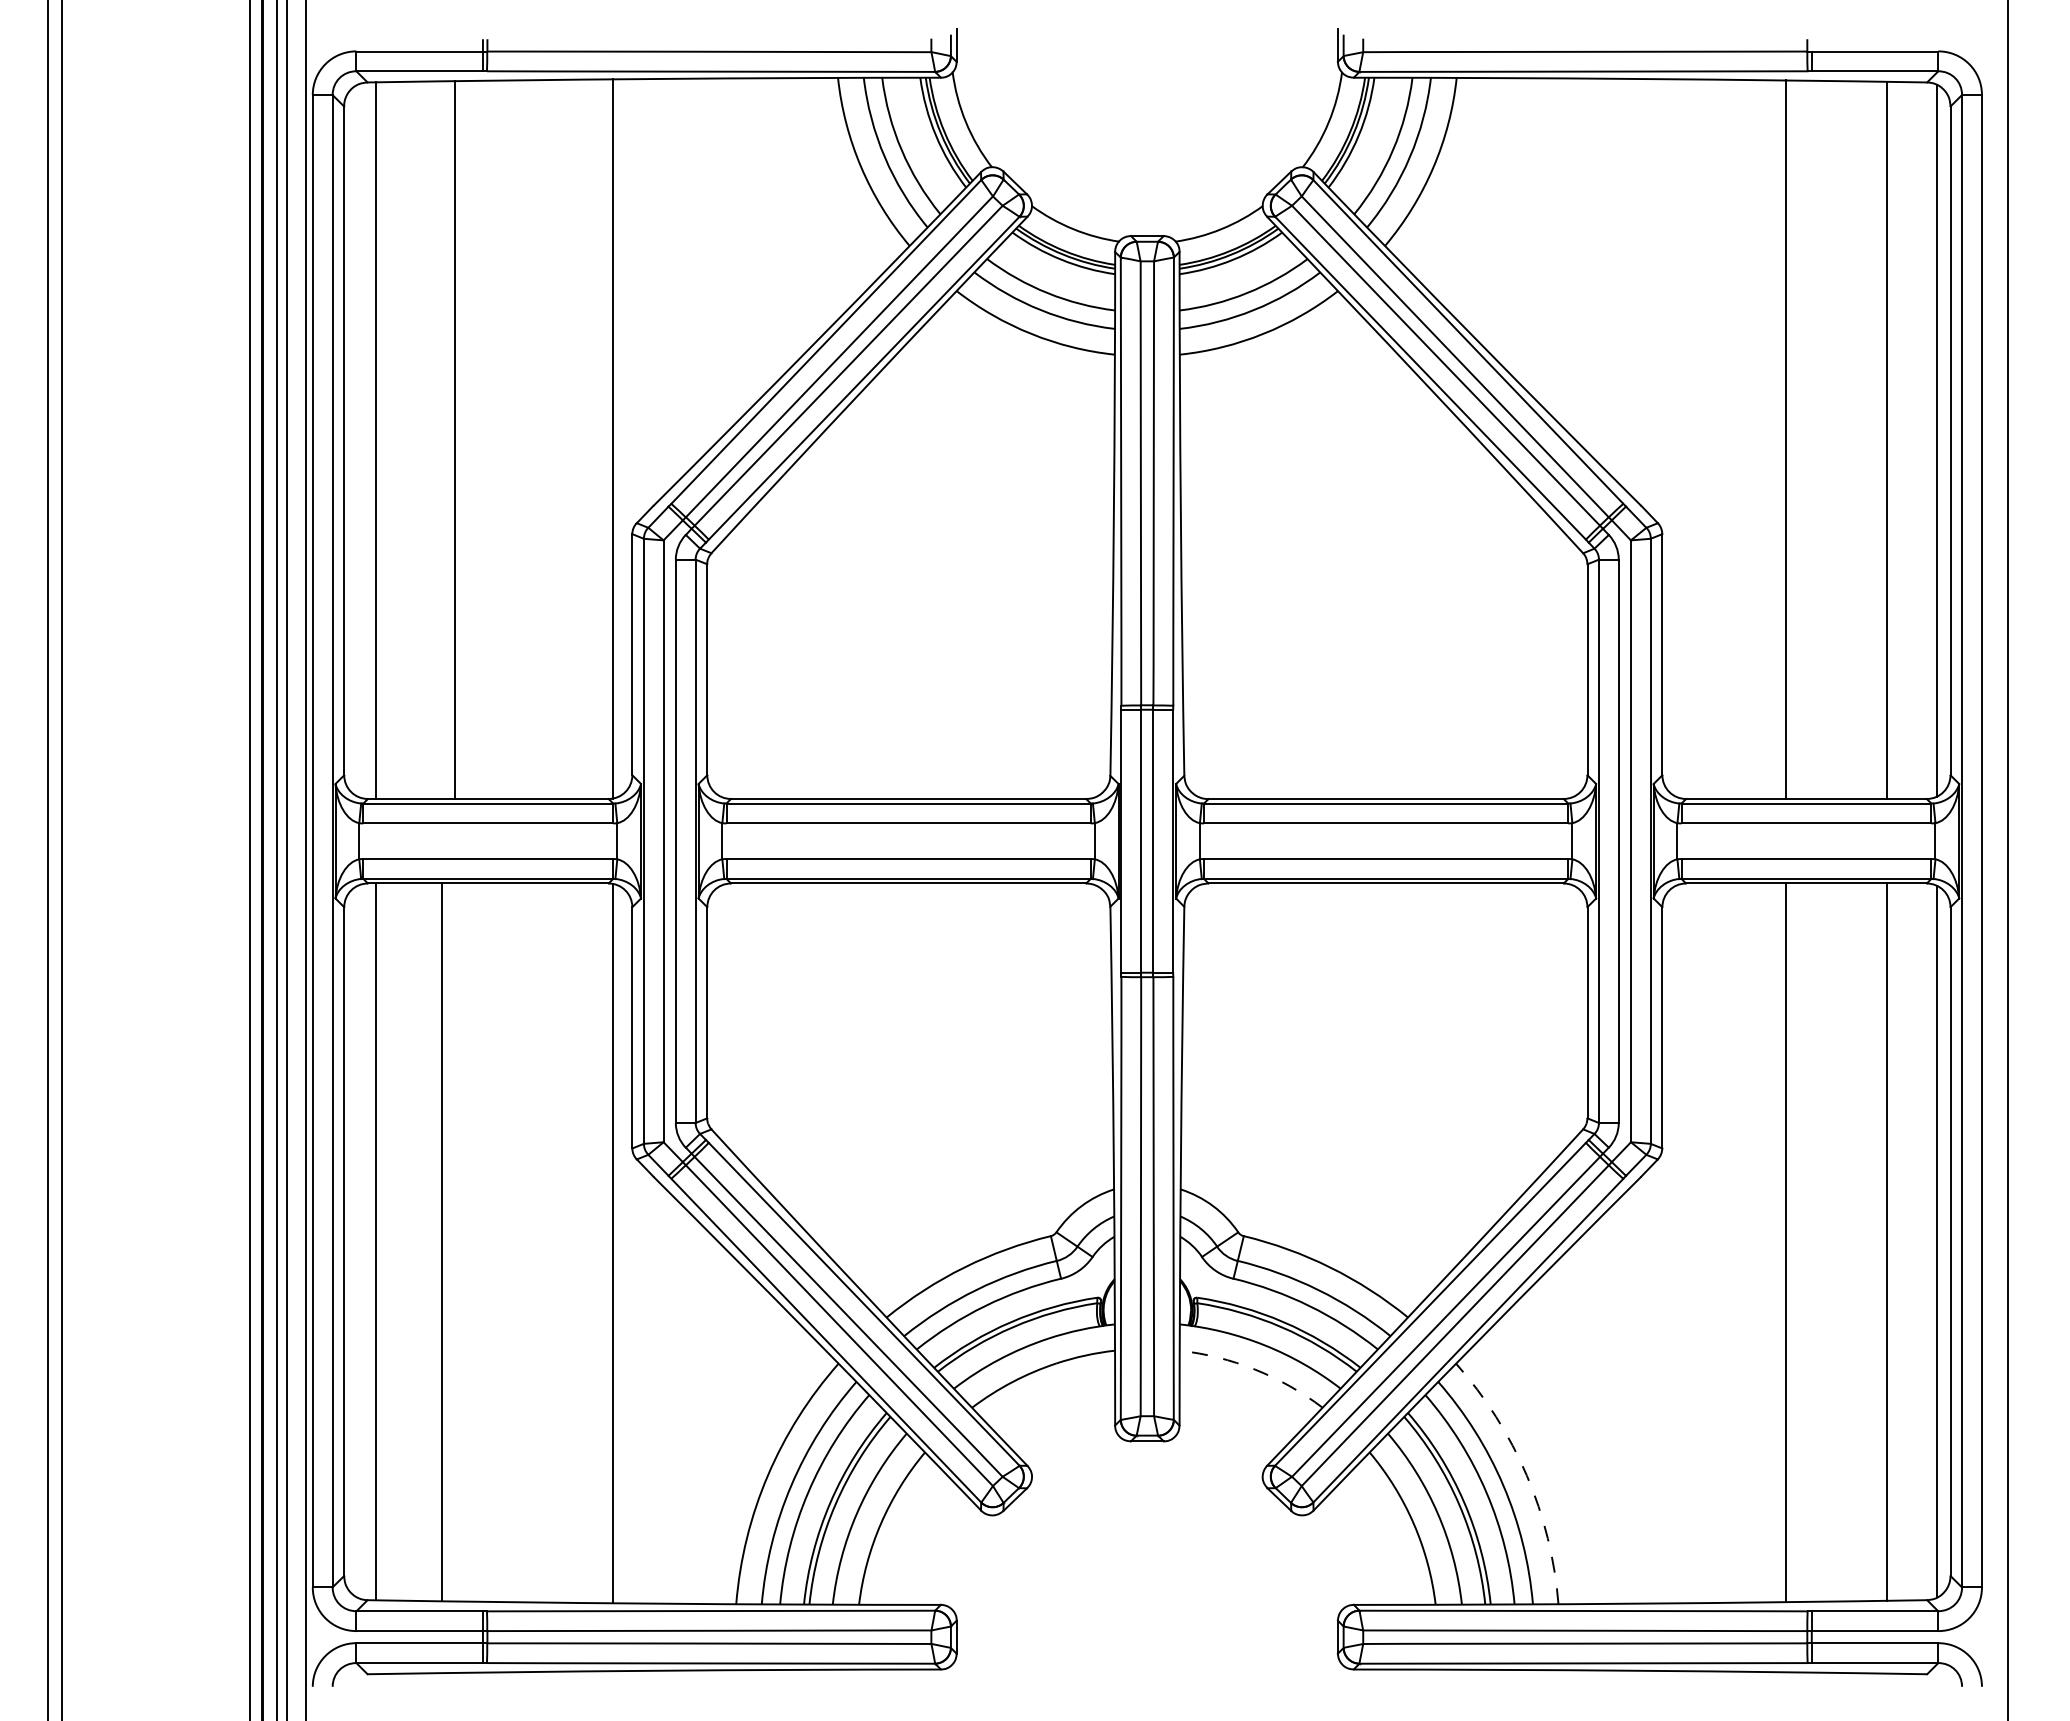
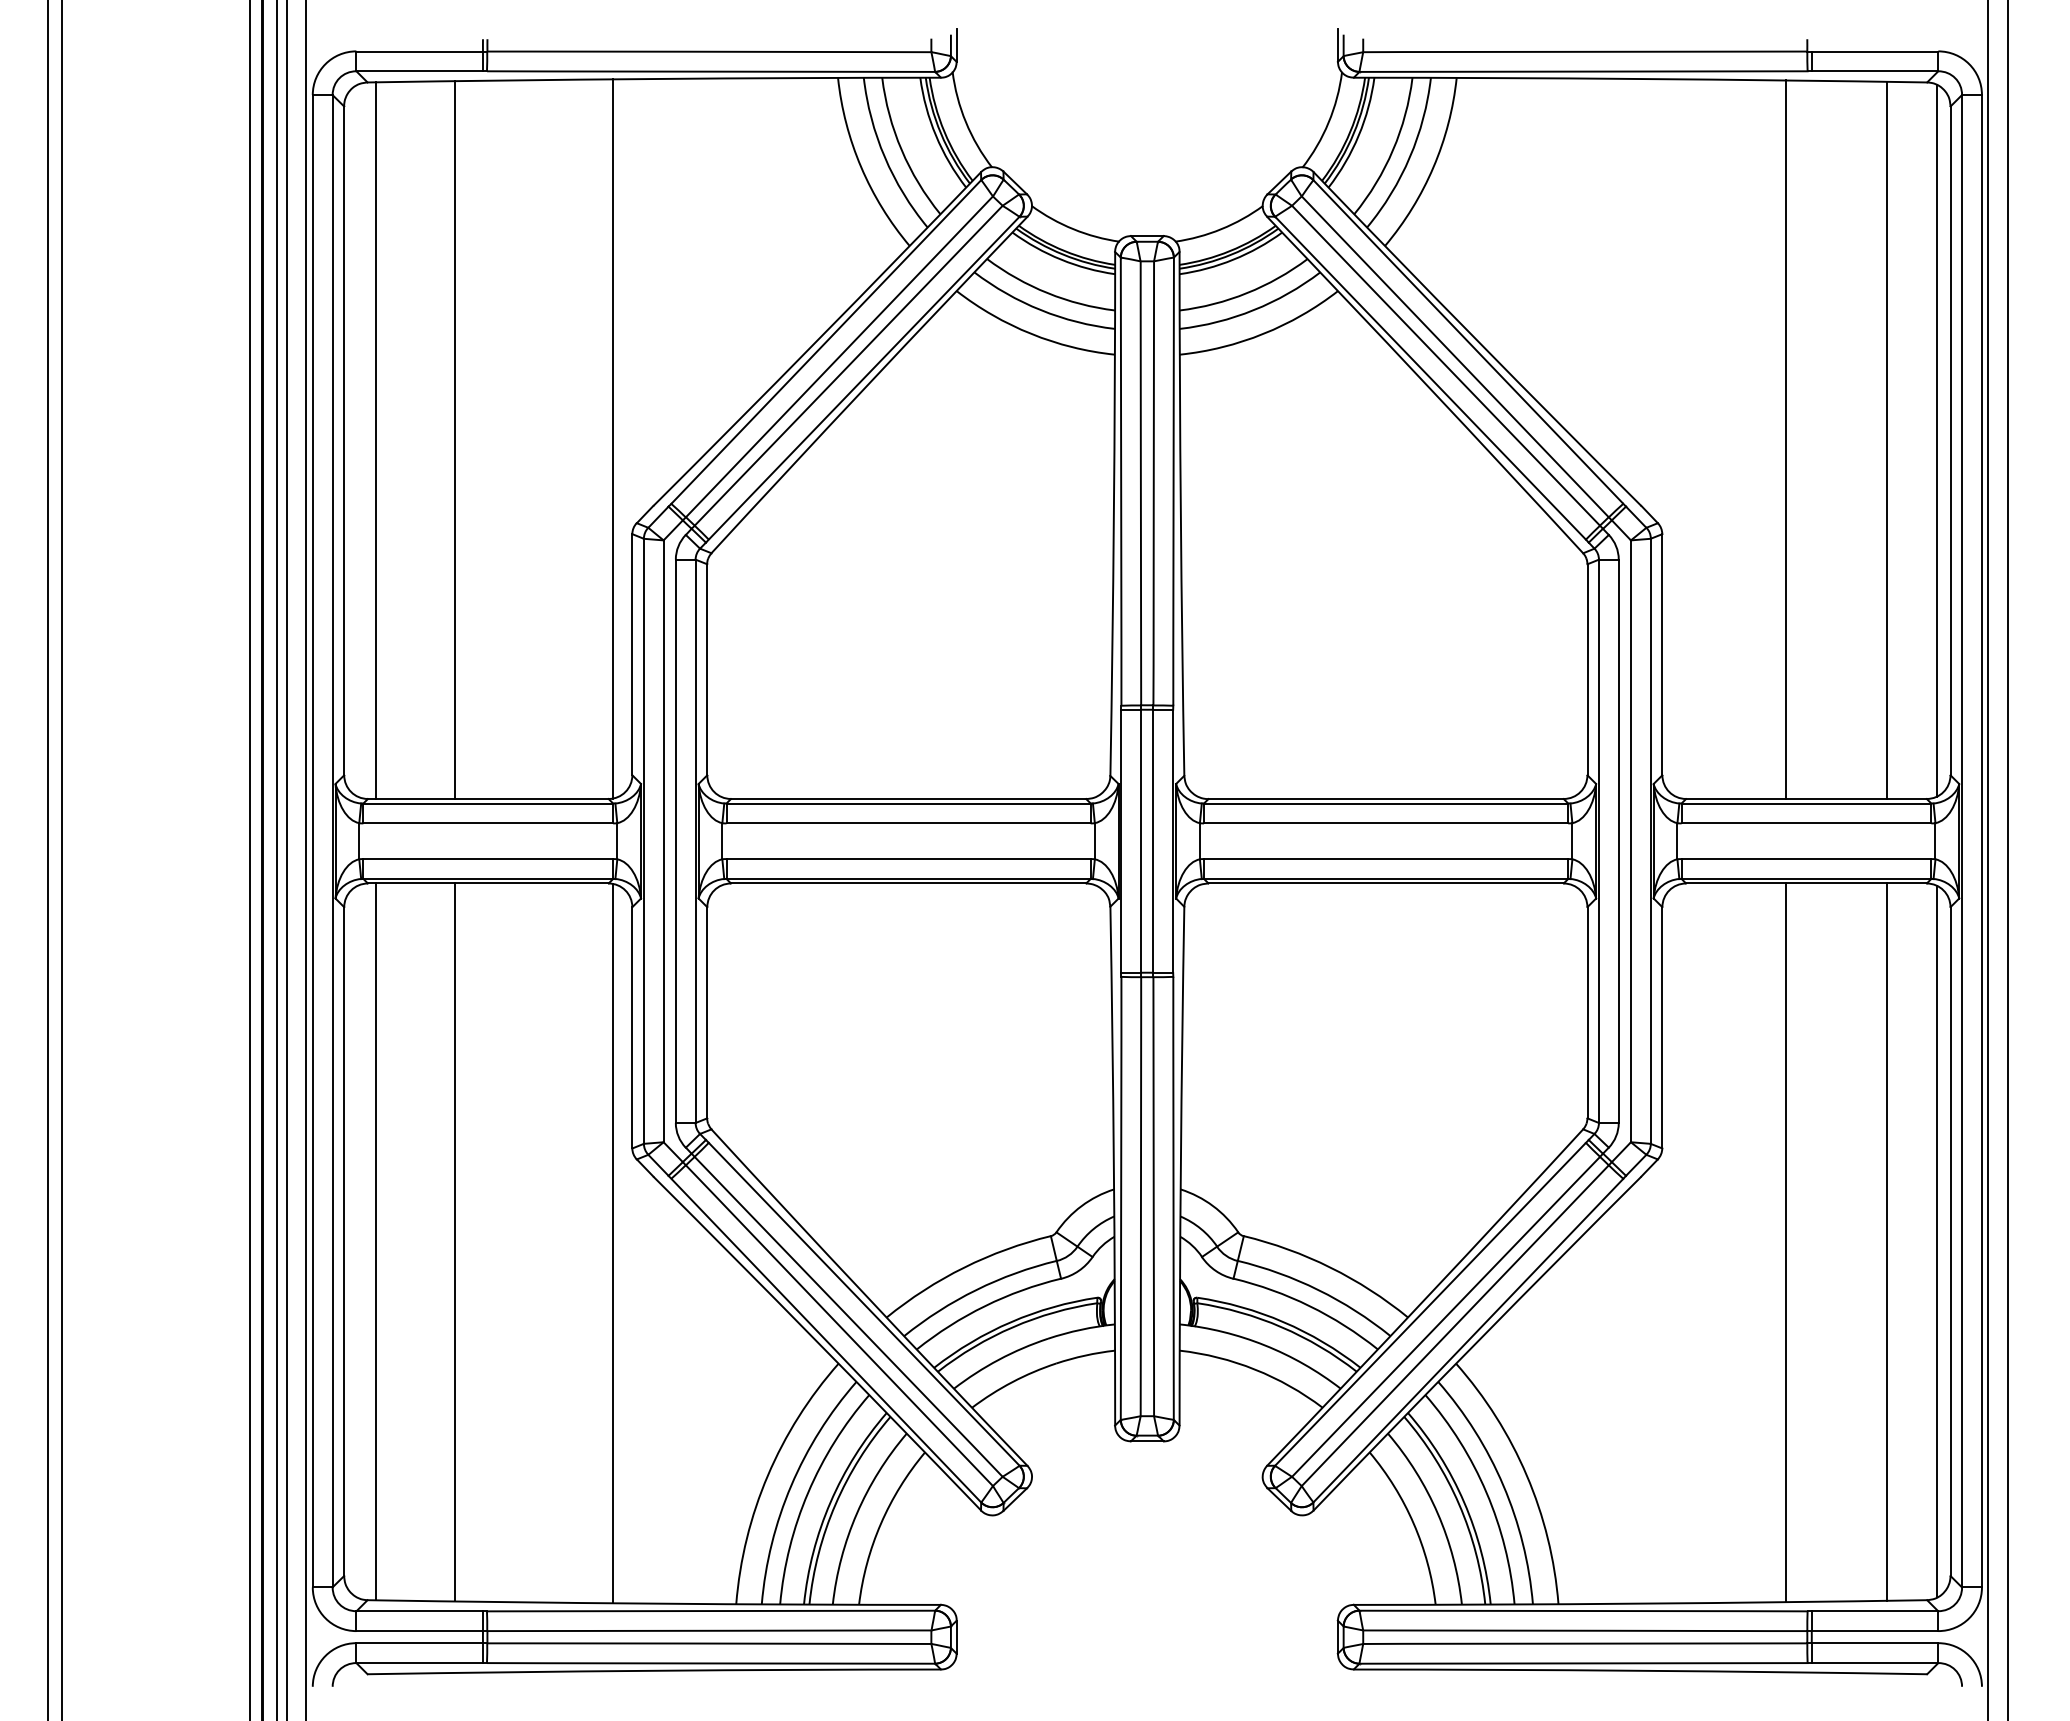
line at (1988, 859): none -> present
line at (442, 1242) position: (442, 1242) -> (455, 1242)
arc at (1255, 1369): dashed -> solid
arc at (1526, 1475): dashed -> solid
